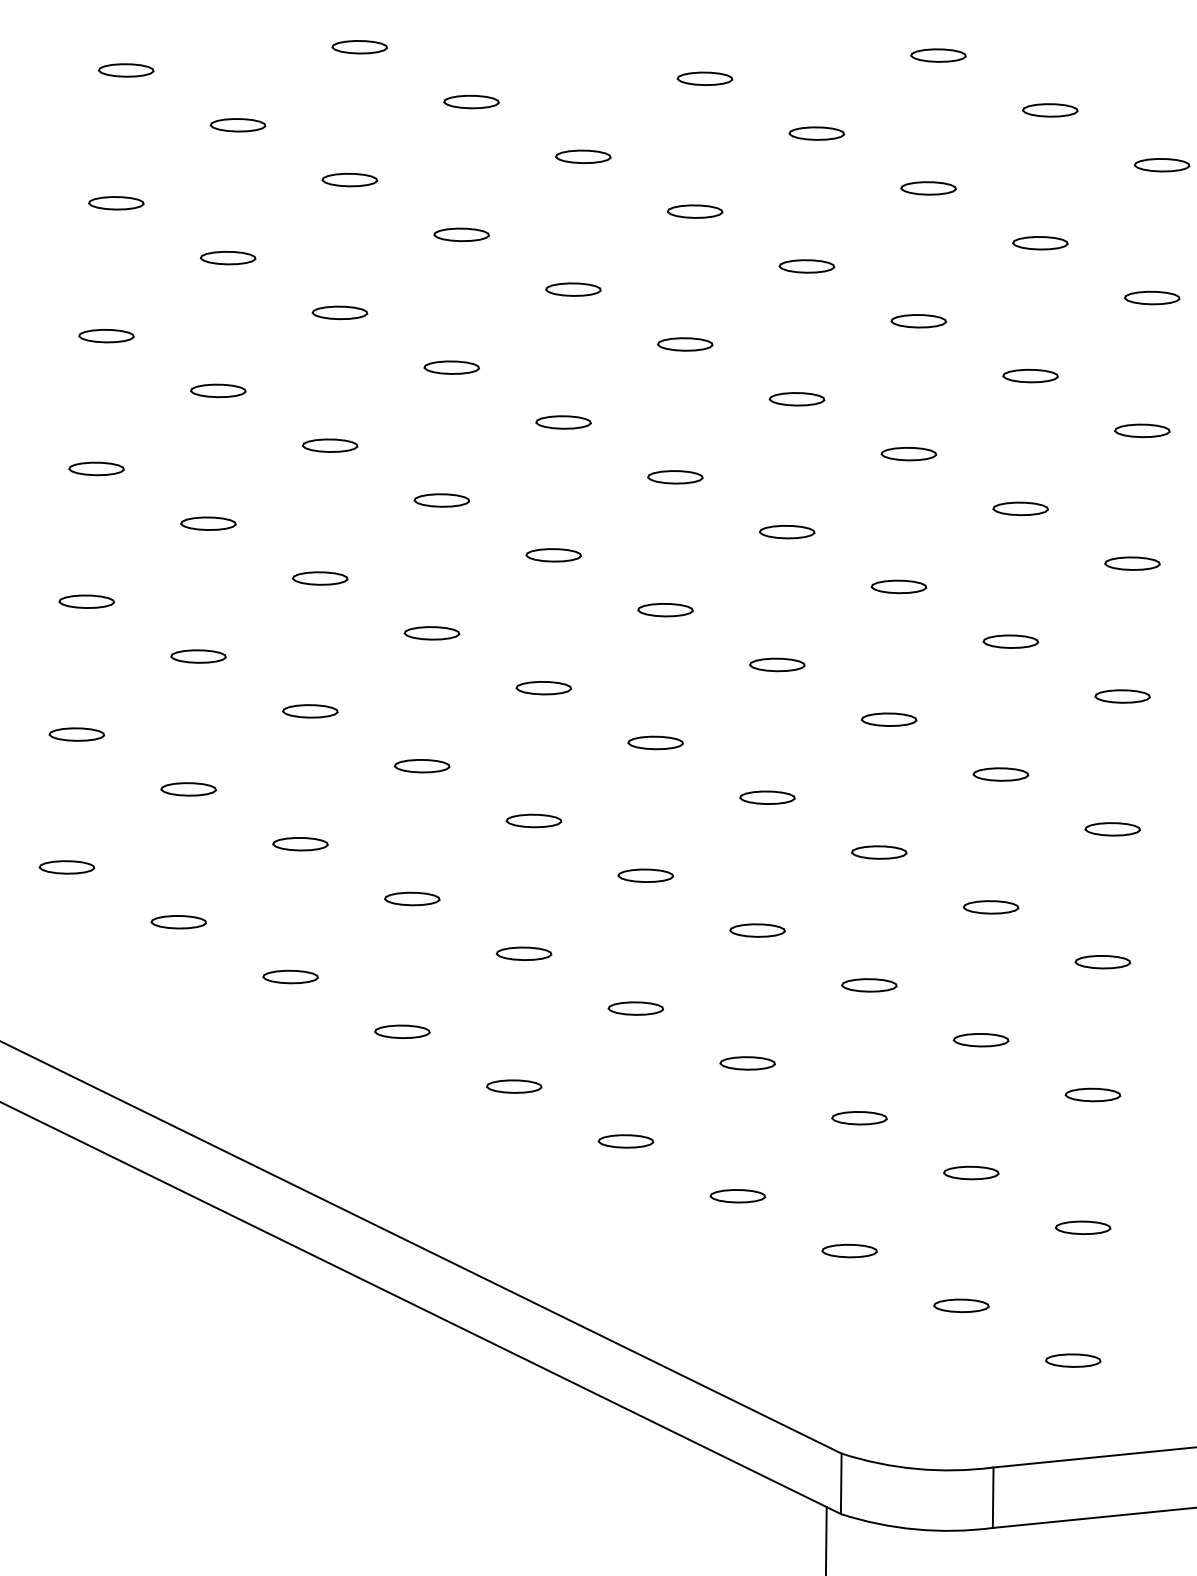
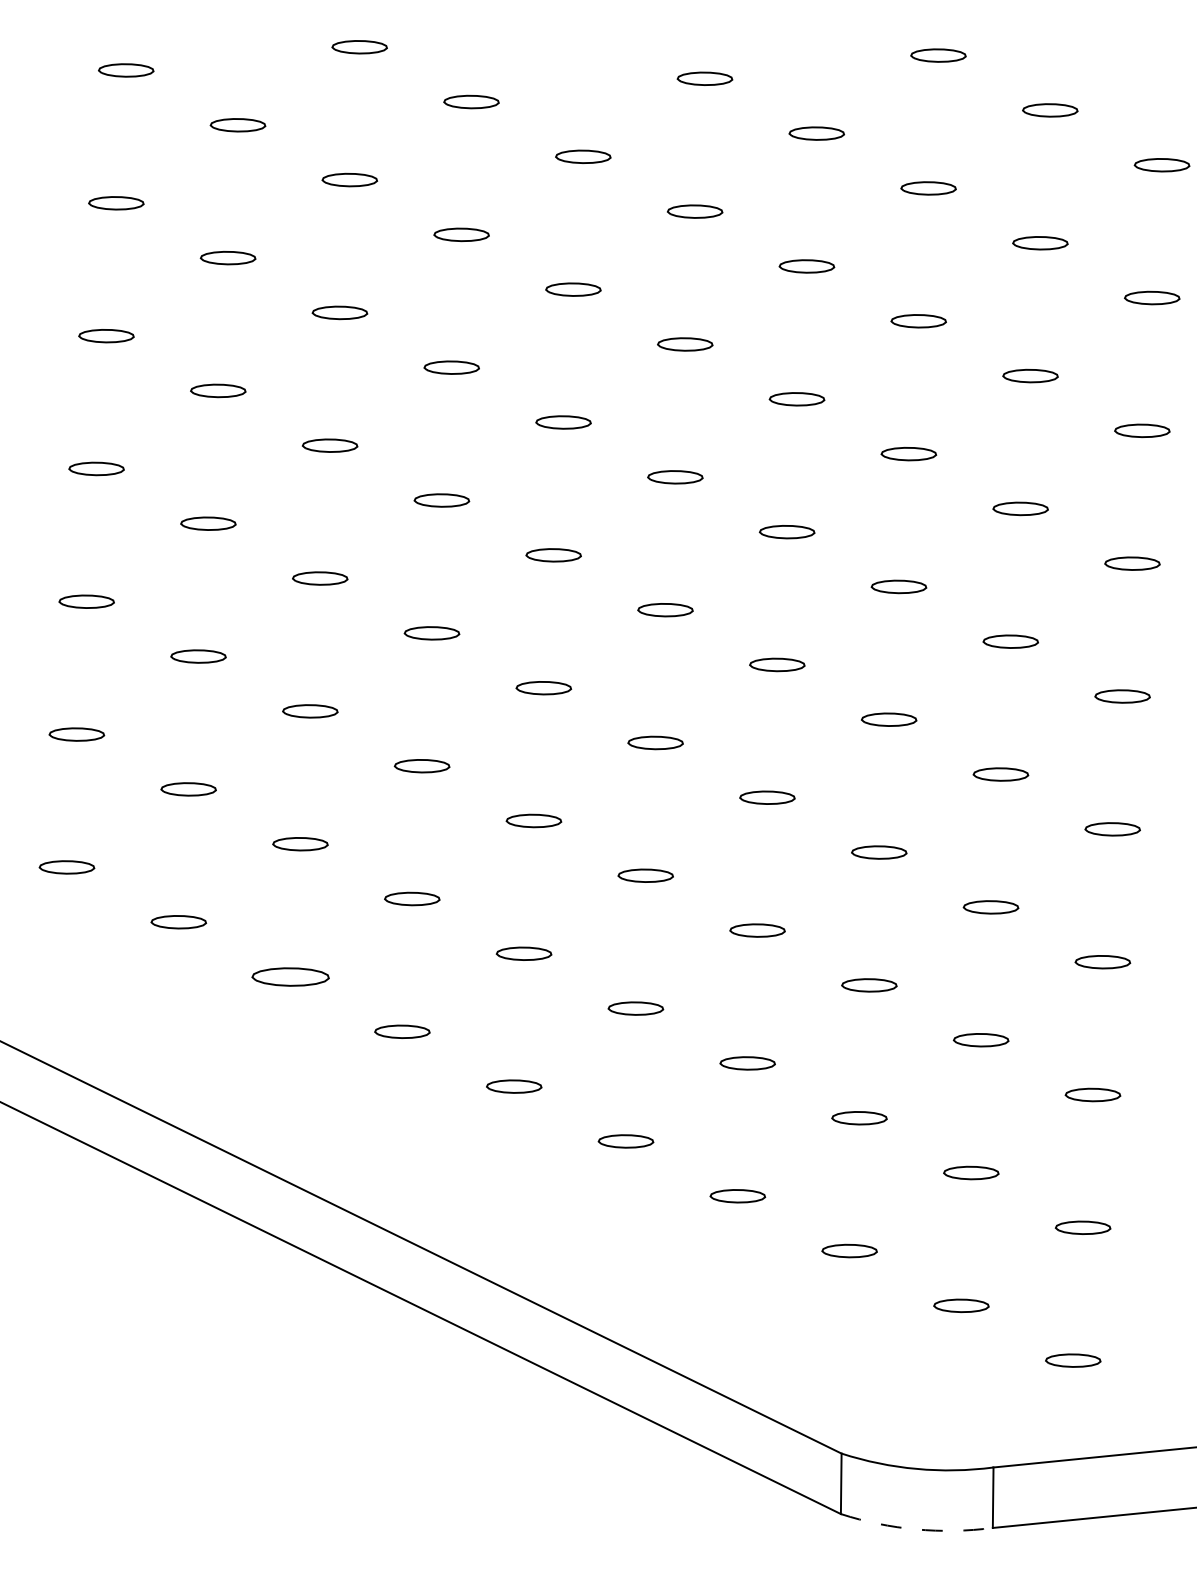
part at (290, 976) size: 57x16 px -> 79x20 px
arc at (916, 1529): solid -> dashed
line at (825, 1539): present -> none
